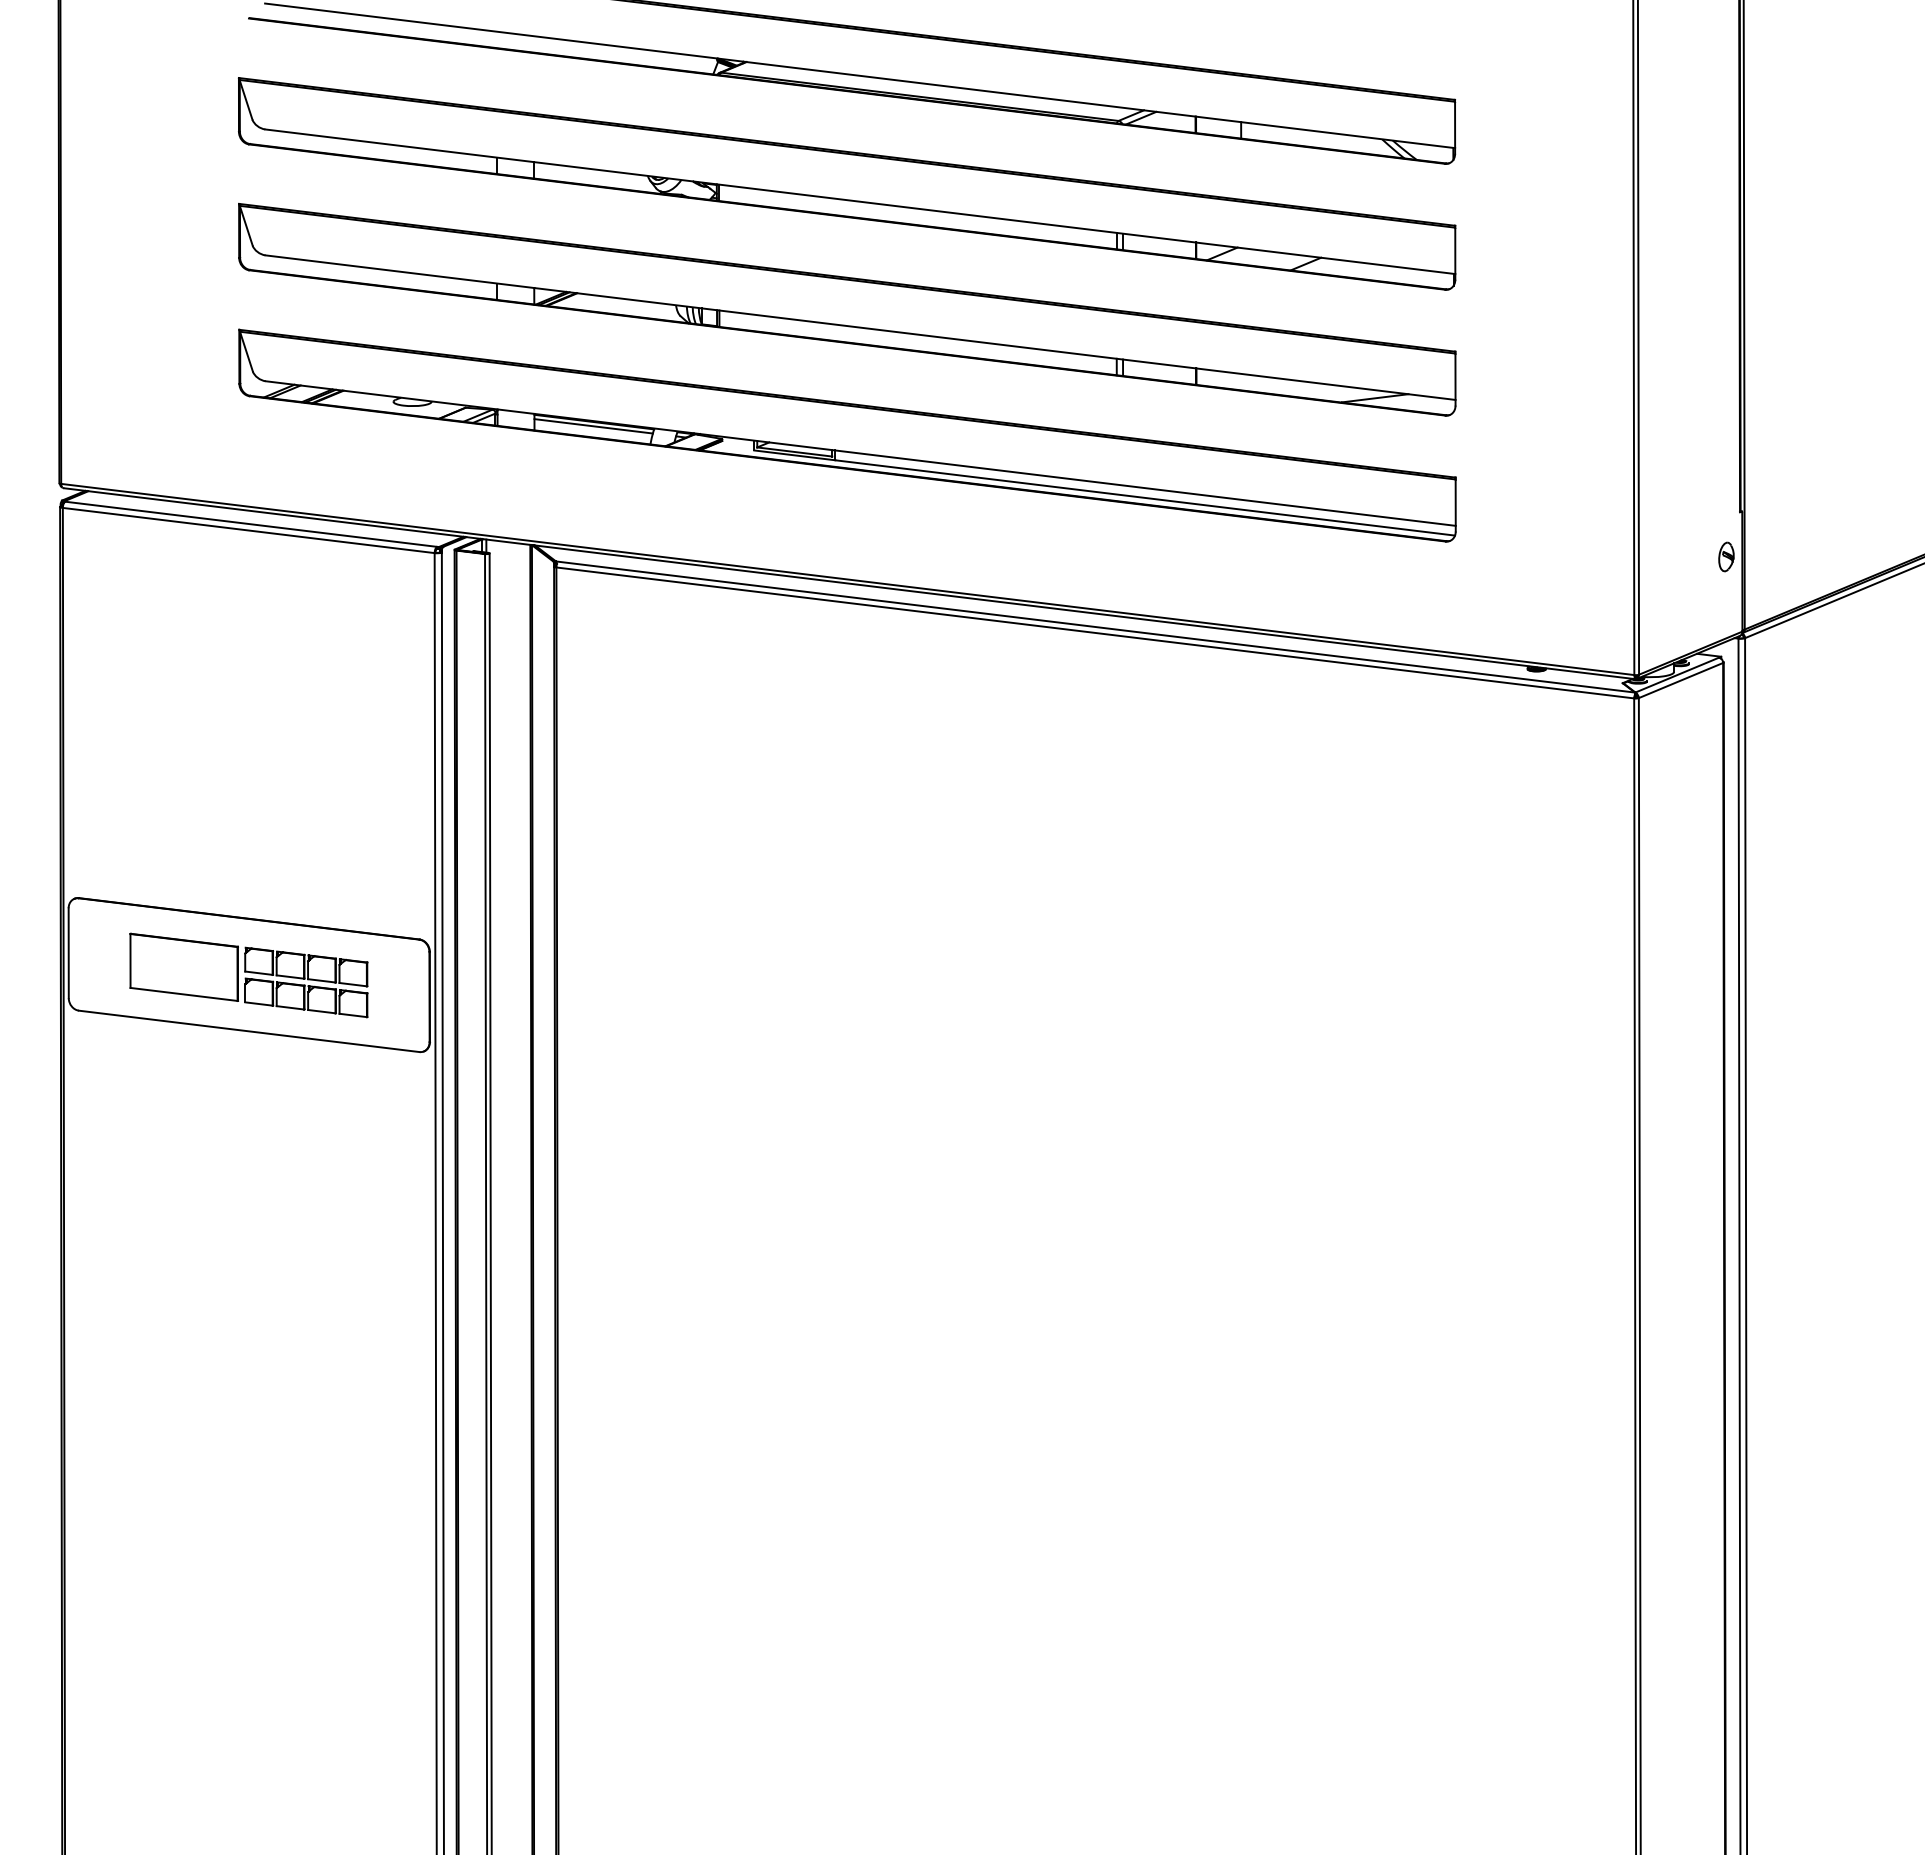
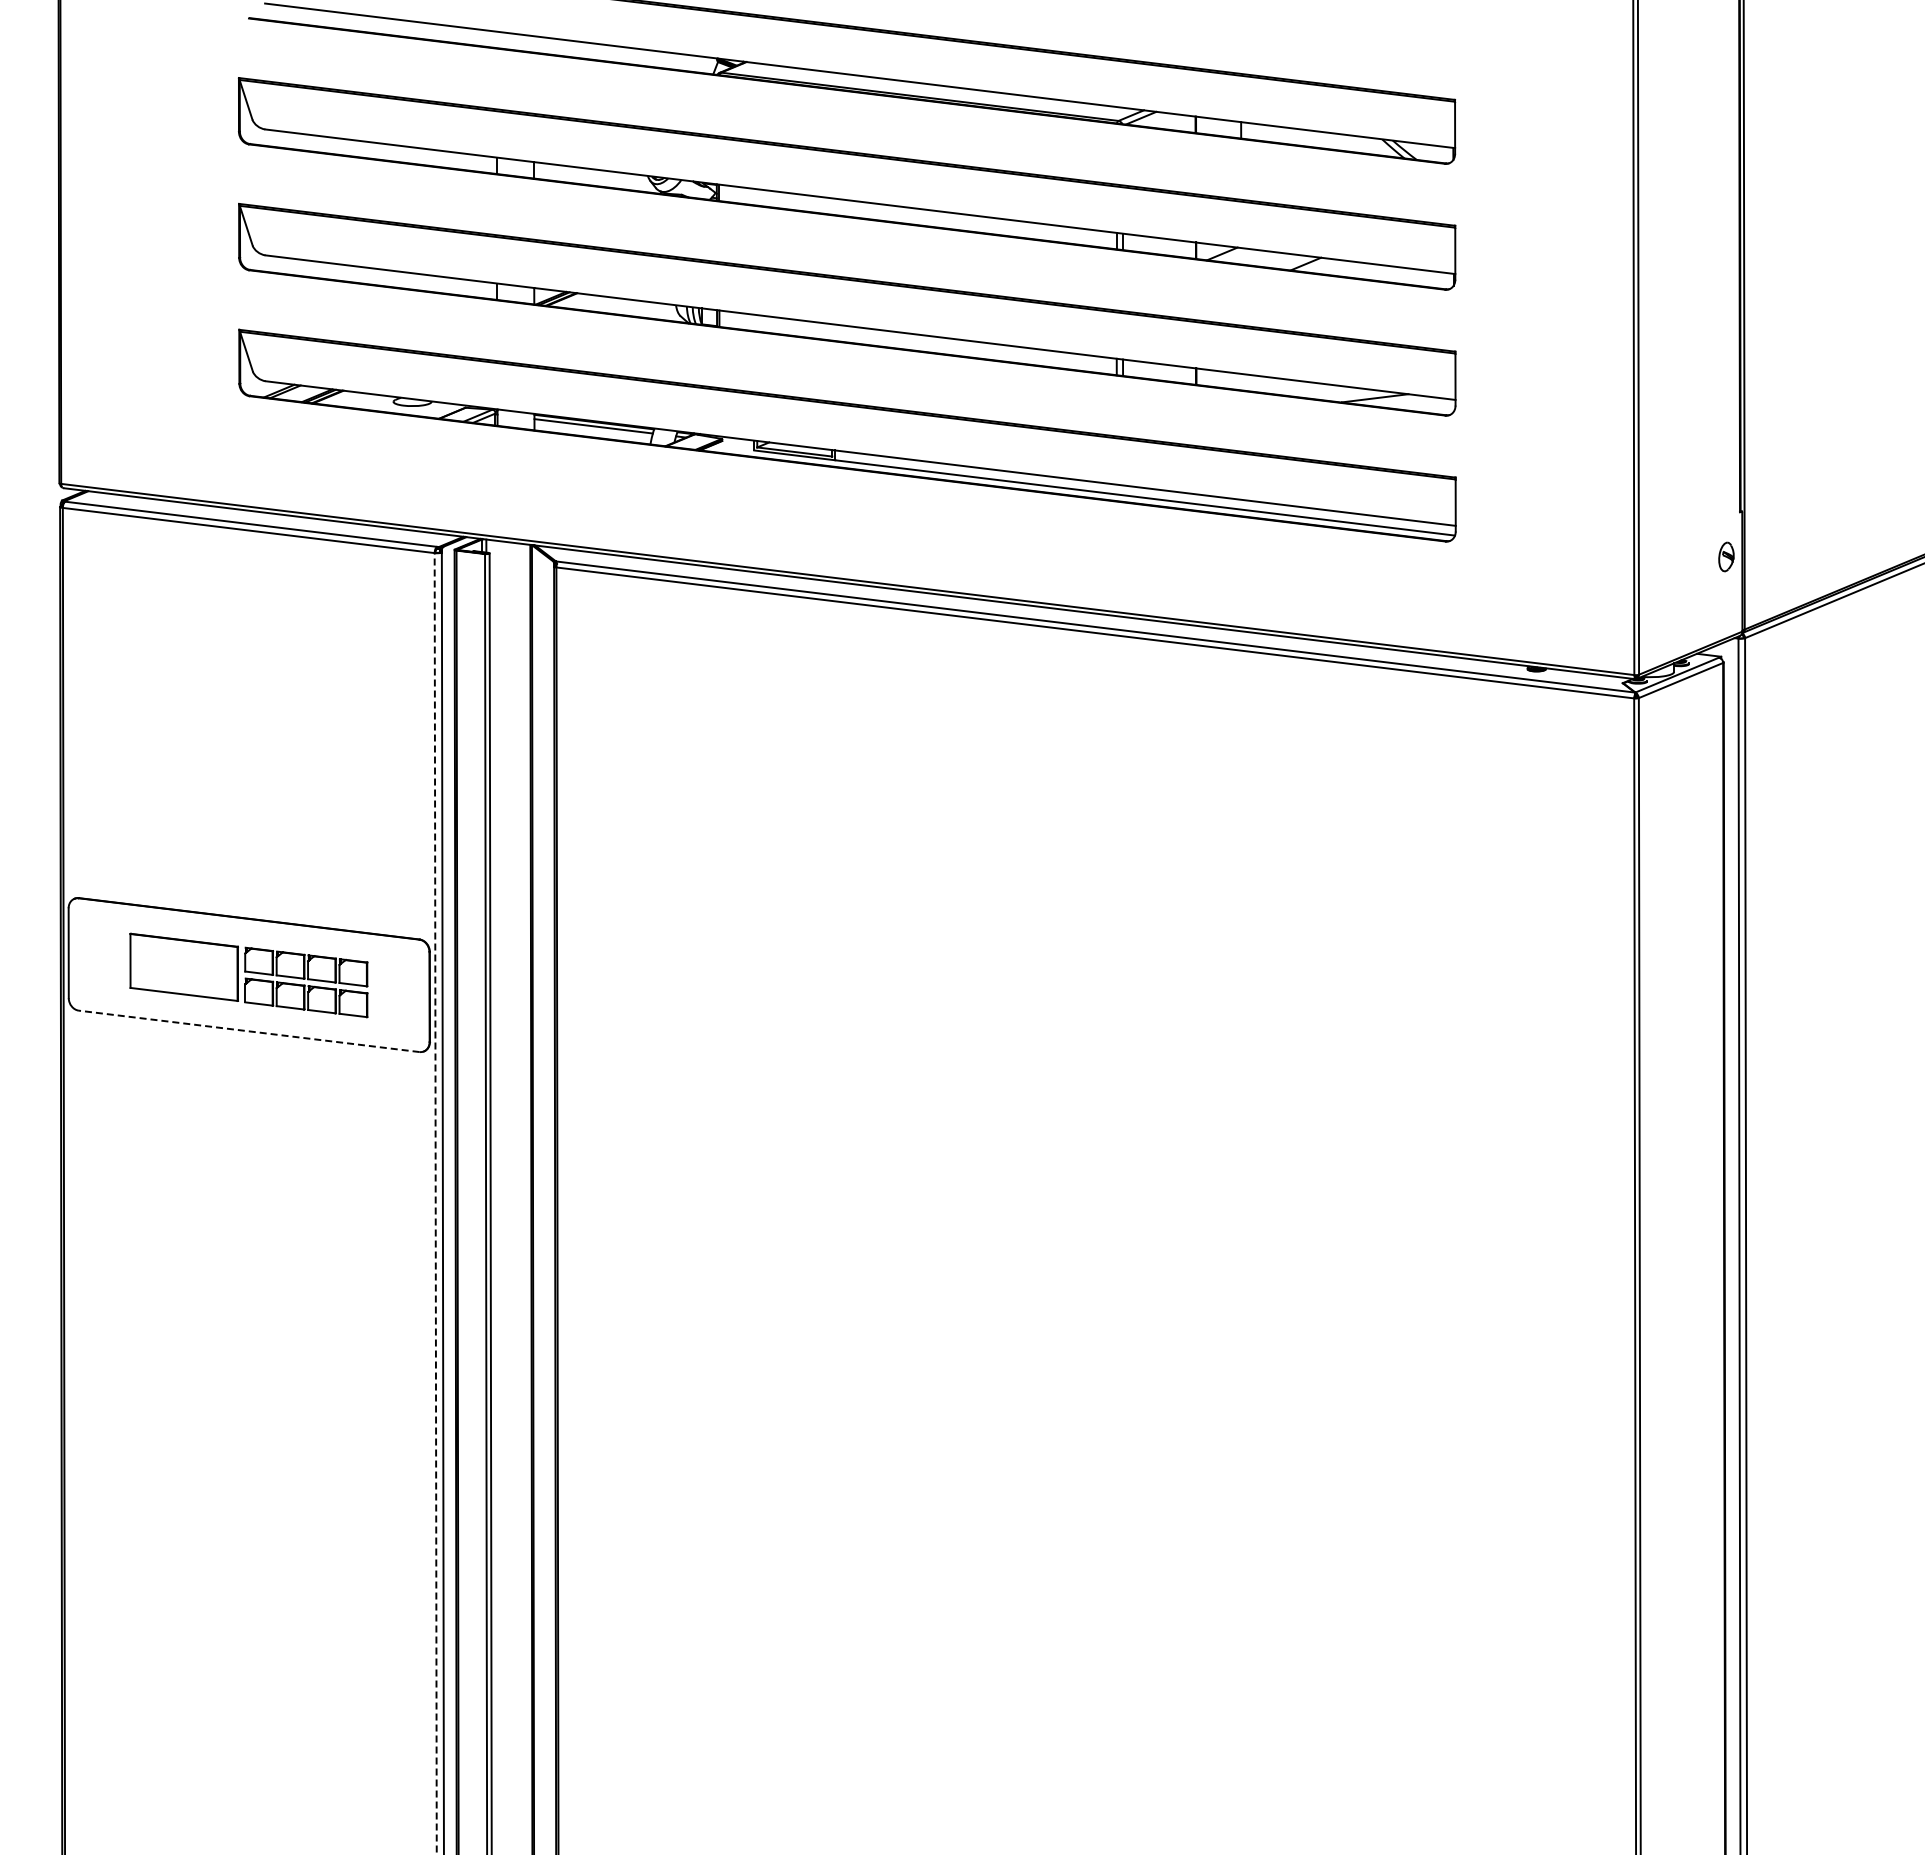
line at (249, 1031): solid -> dashed
line at (435, 1204): solid -> dashed
